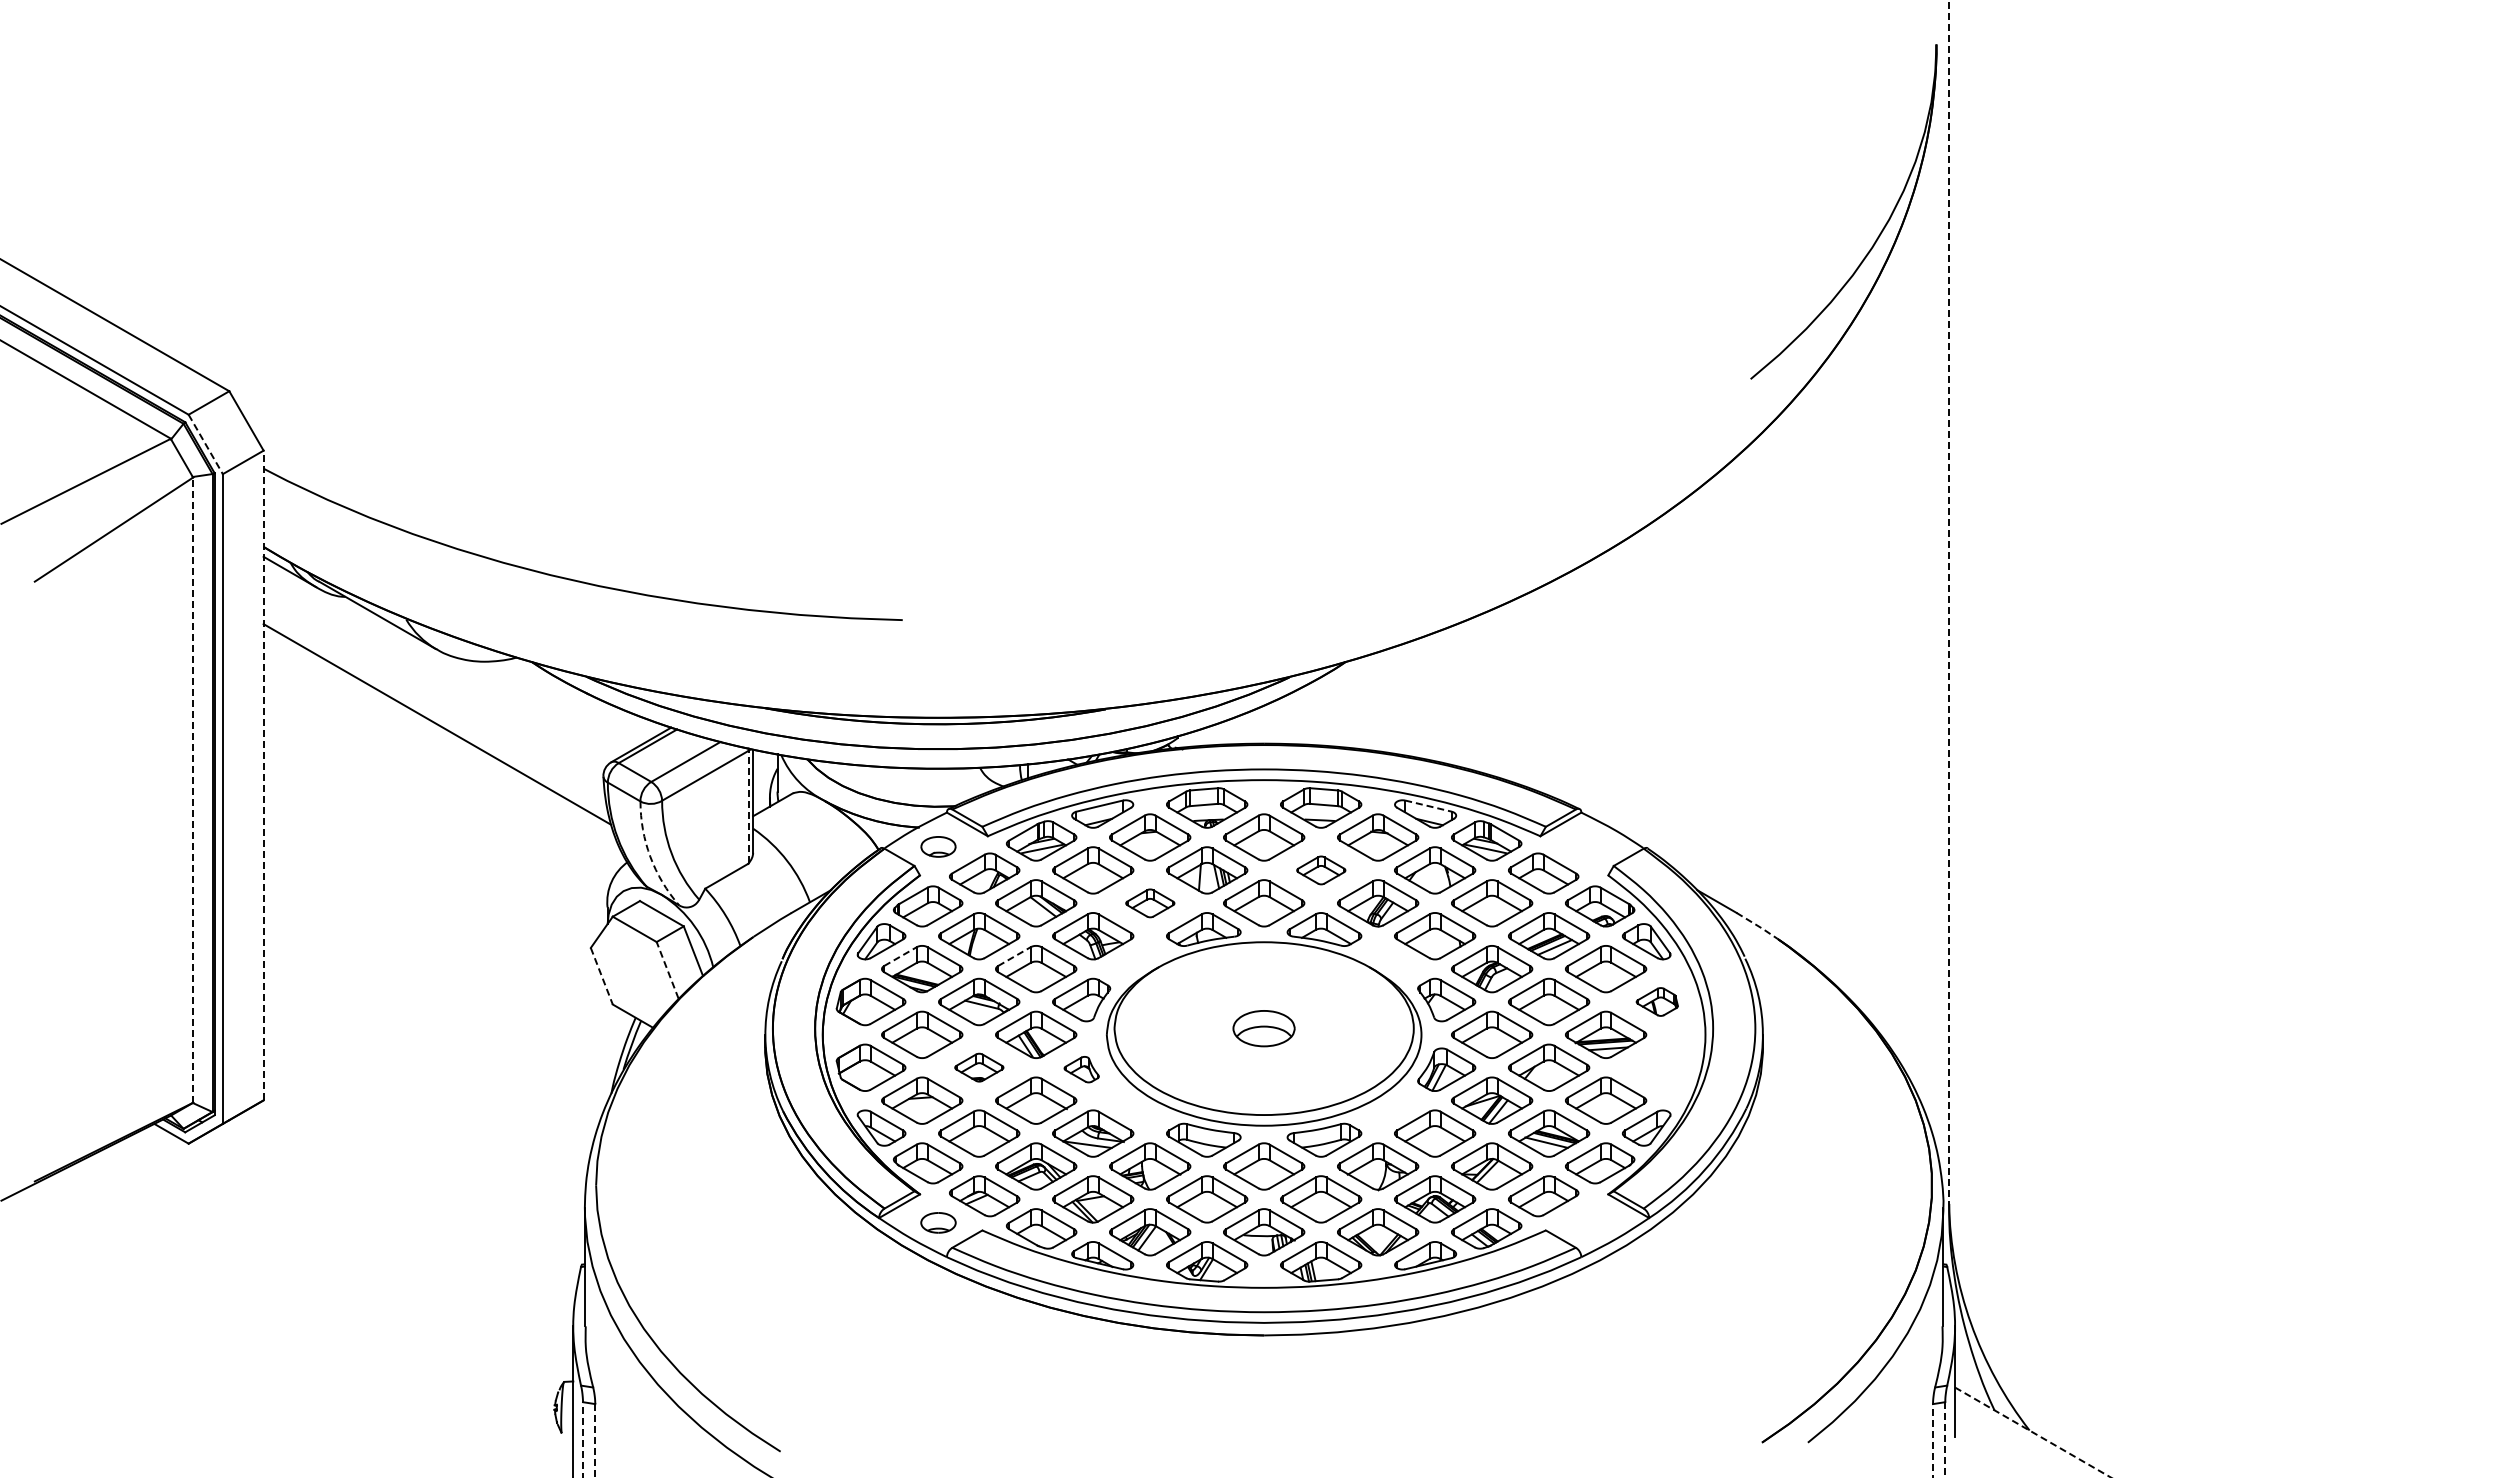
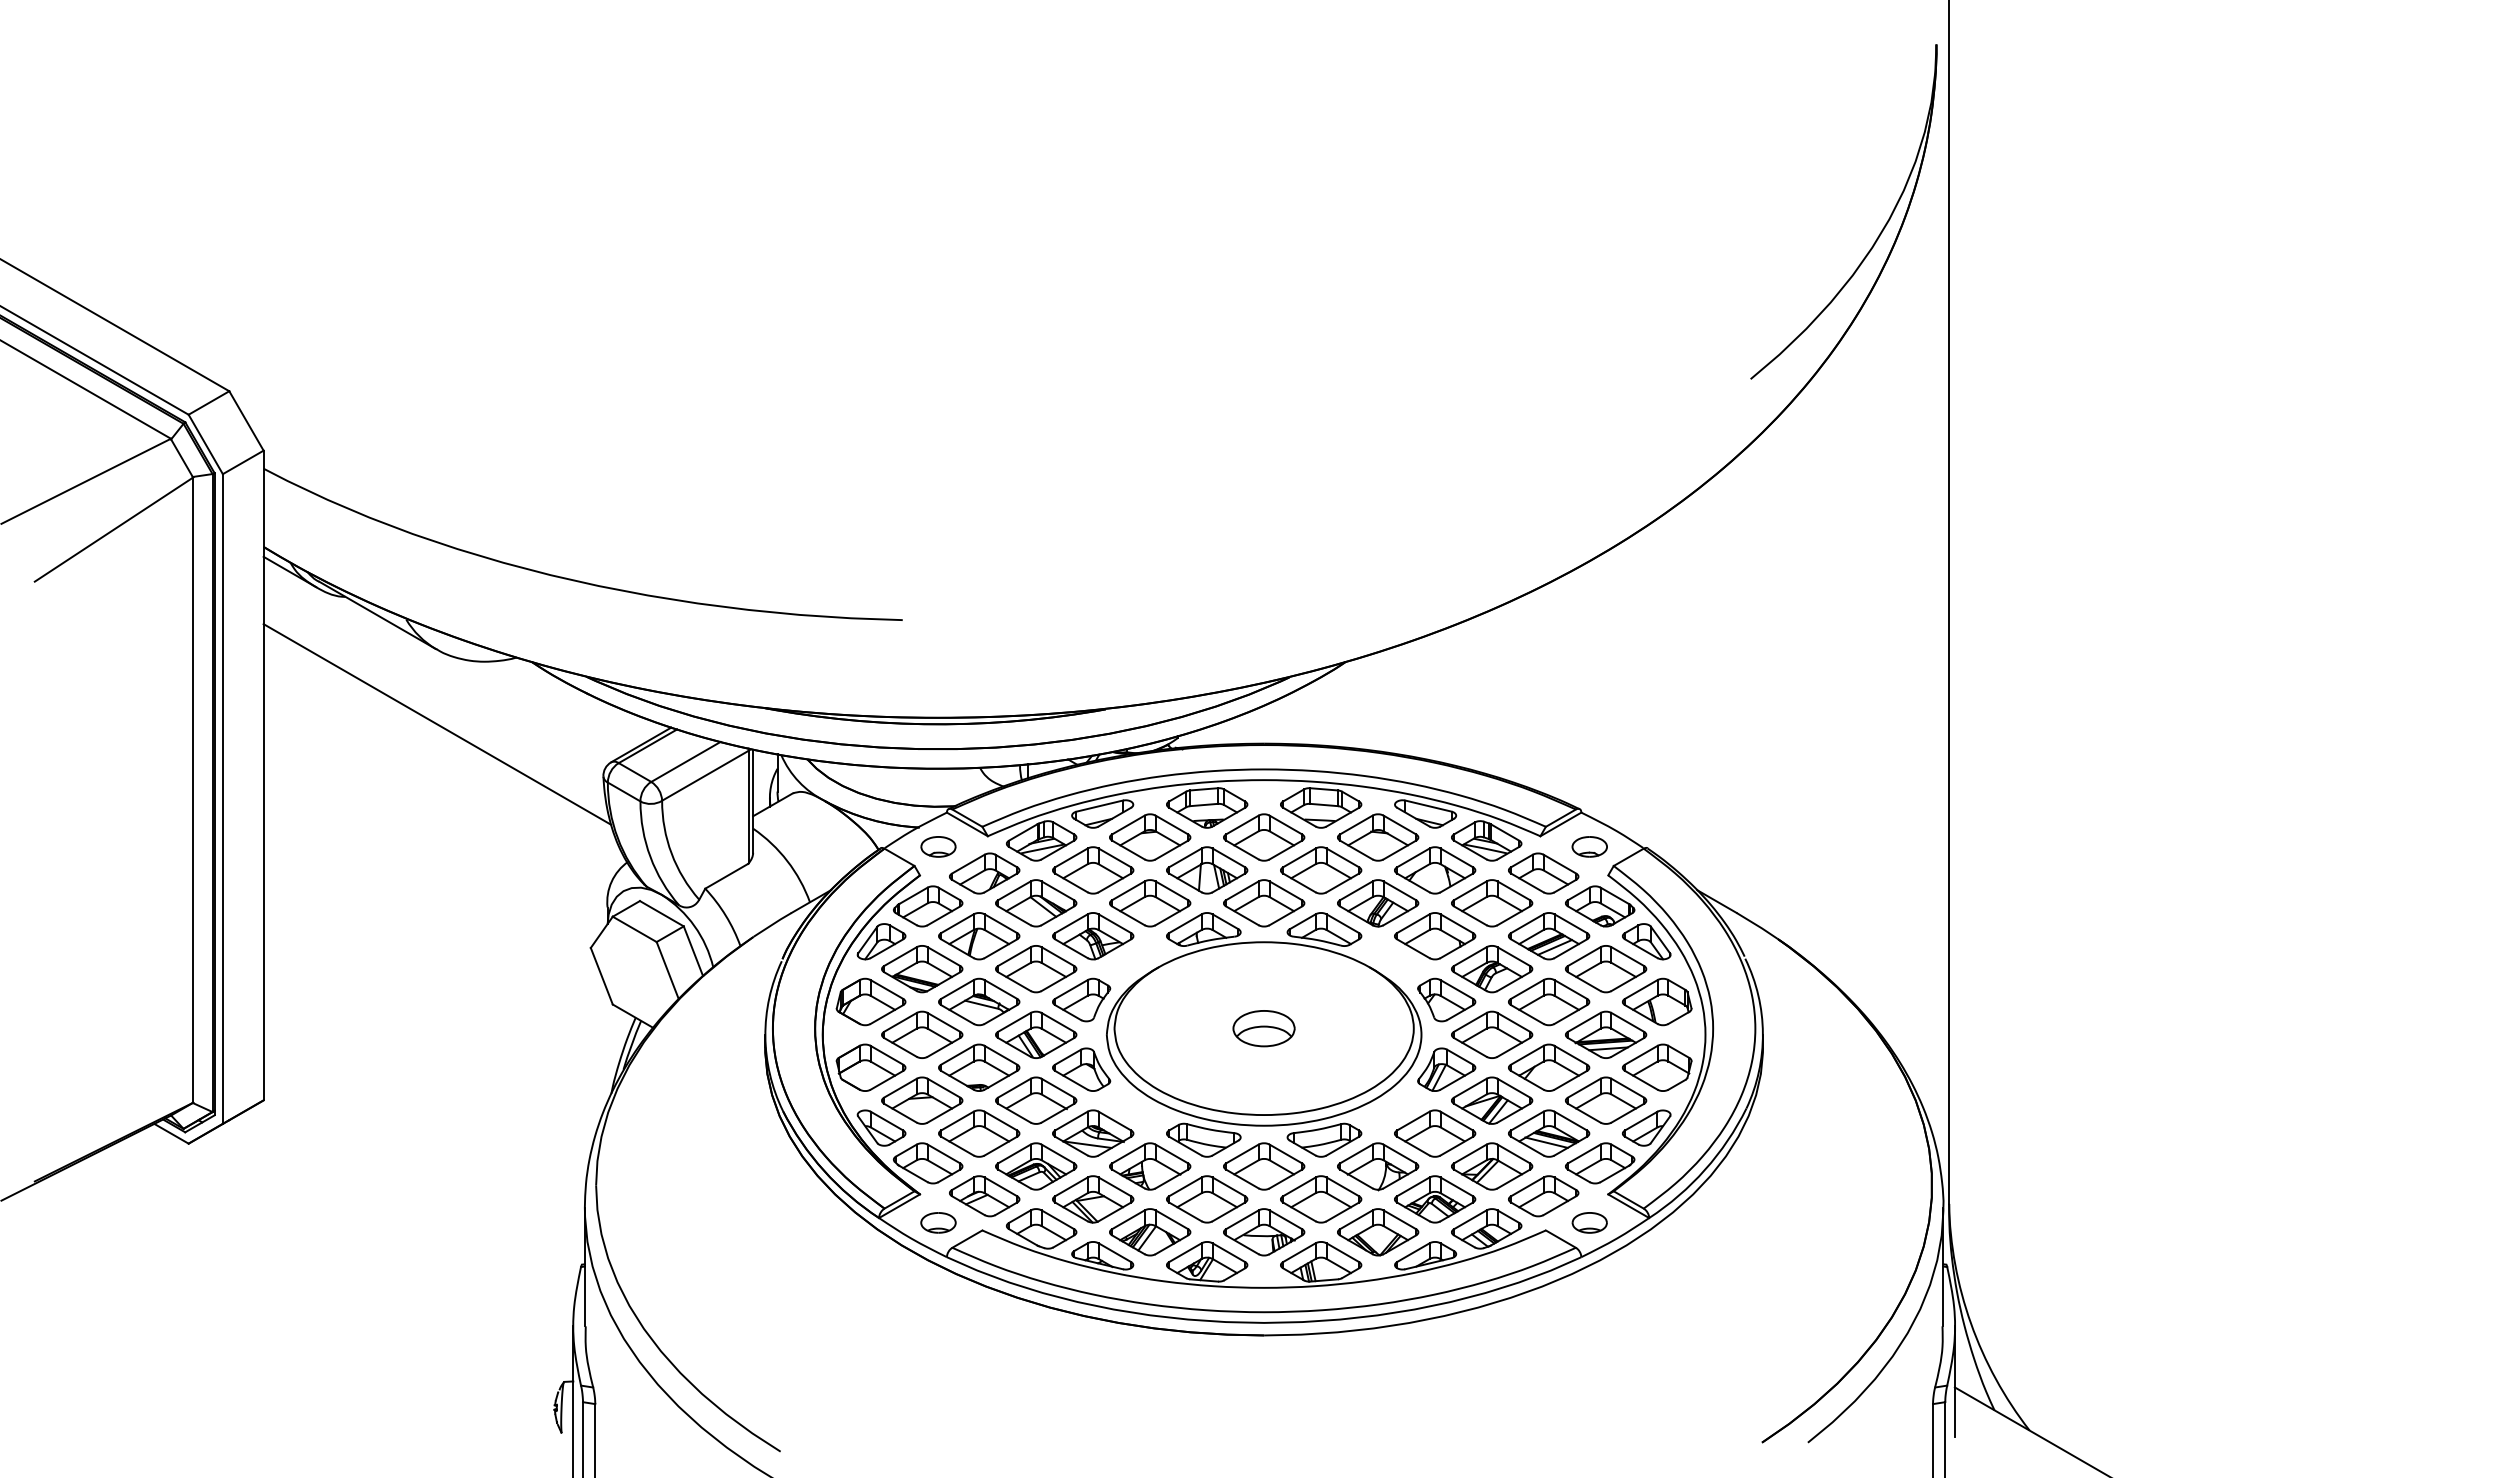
line at (206, 444): dashed -> solid
line at (1949, 601): dashed -> solid
line at (263, 775): dashed -> solid
line at (193, 790): dashed -> solid
line at (748, 806): dashed -> solid
line at (1428, 806): dashed -> solid
part at (1589, 846): none -> present
arc at (650, 856): dashed -> solid
part at (1321, 870) size: 51x31 px -> 83x49 px
part at (1150, 903) size: 51x31 px -> 83x49 px
line at (1757, 925): dashed -> solid
line at (900, 956): dashed -> solid
line at (1014, 956): dashed -> solid
line at (667, 969): dashed -> solid
line at (601, 976): dashed -> solid
part at (1656, 1001) size: 44x30 px -> 71x50 px
part at (979, 1067) size: 51x31 px -> 83x49 px
part at (1657, 1067): none -> present
part at (1081, 1069) size: 37x28 px -> 60x45 px
part at (1589, 1222): none -> present
line at (2032, 1432): dashed -> solid
line at (583, 1439): dashed -> solid
line at (1945, 1439): dashed -> solid
line at (595, 1440): dashed -> solid
line at (1933, 1440): dashed -> solid
